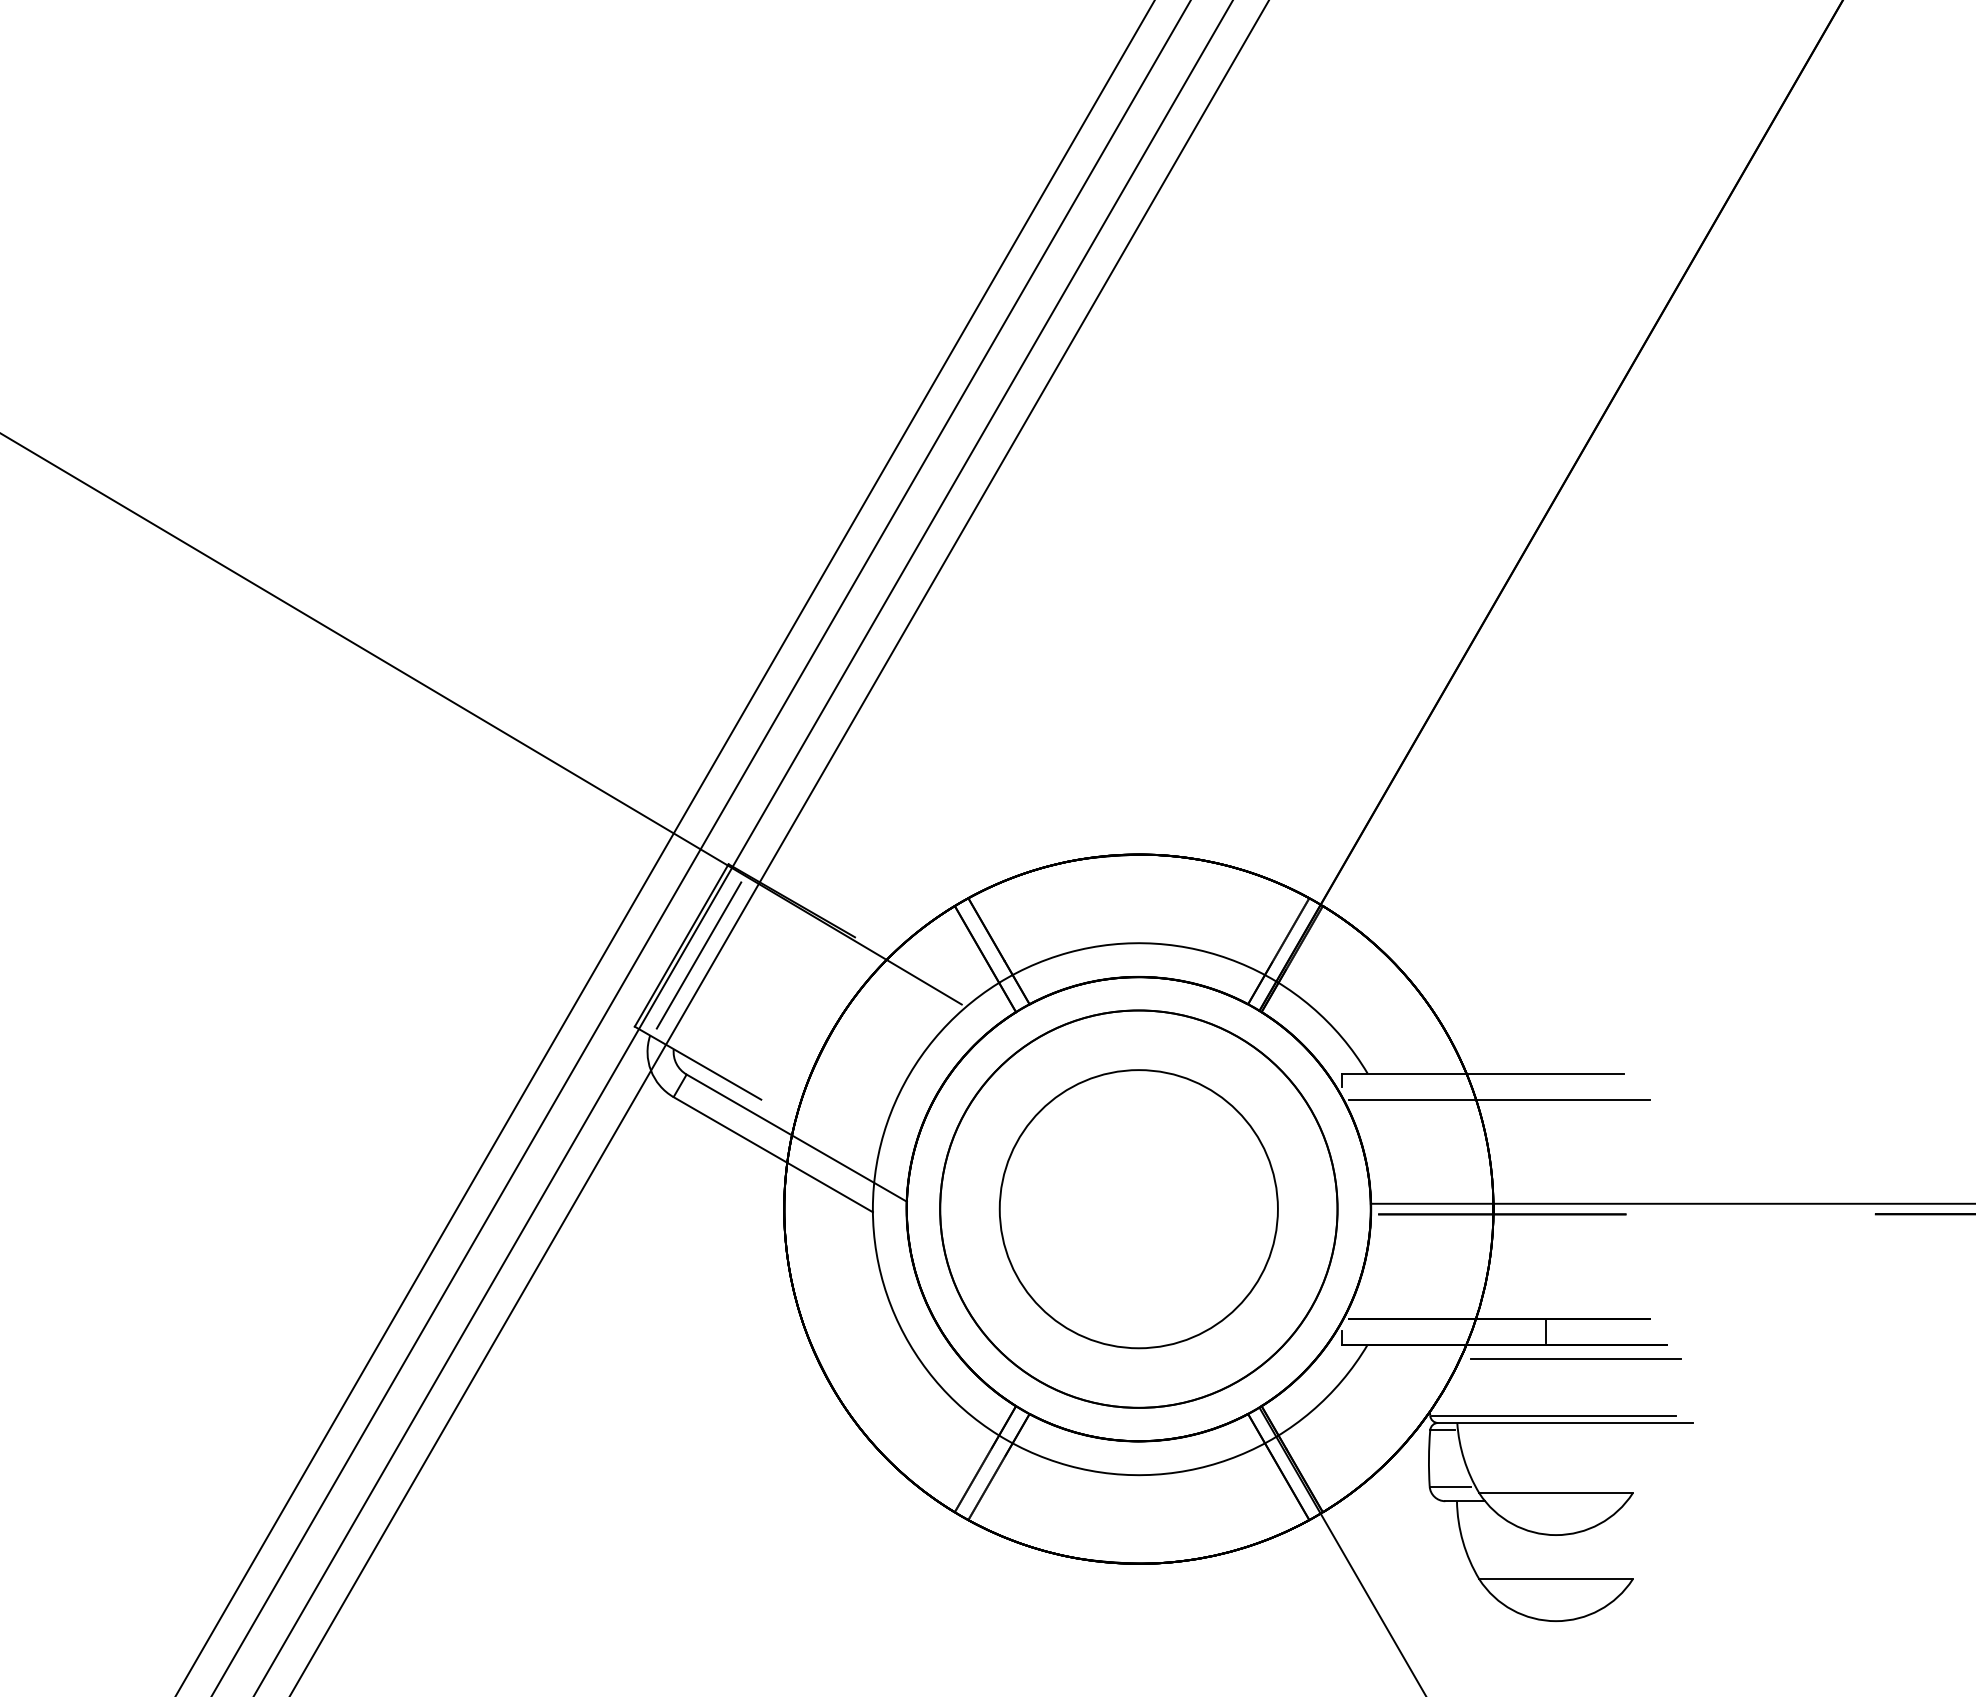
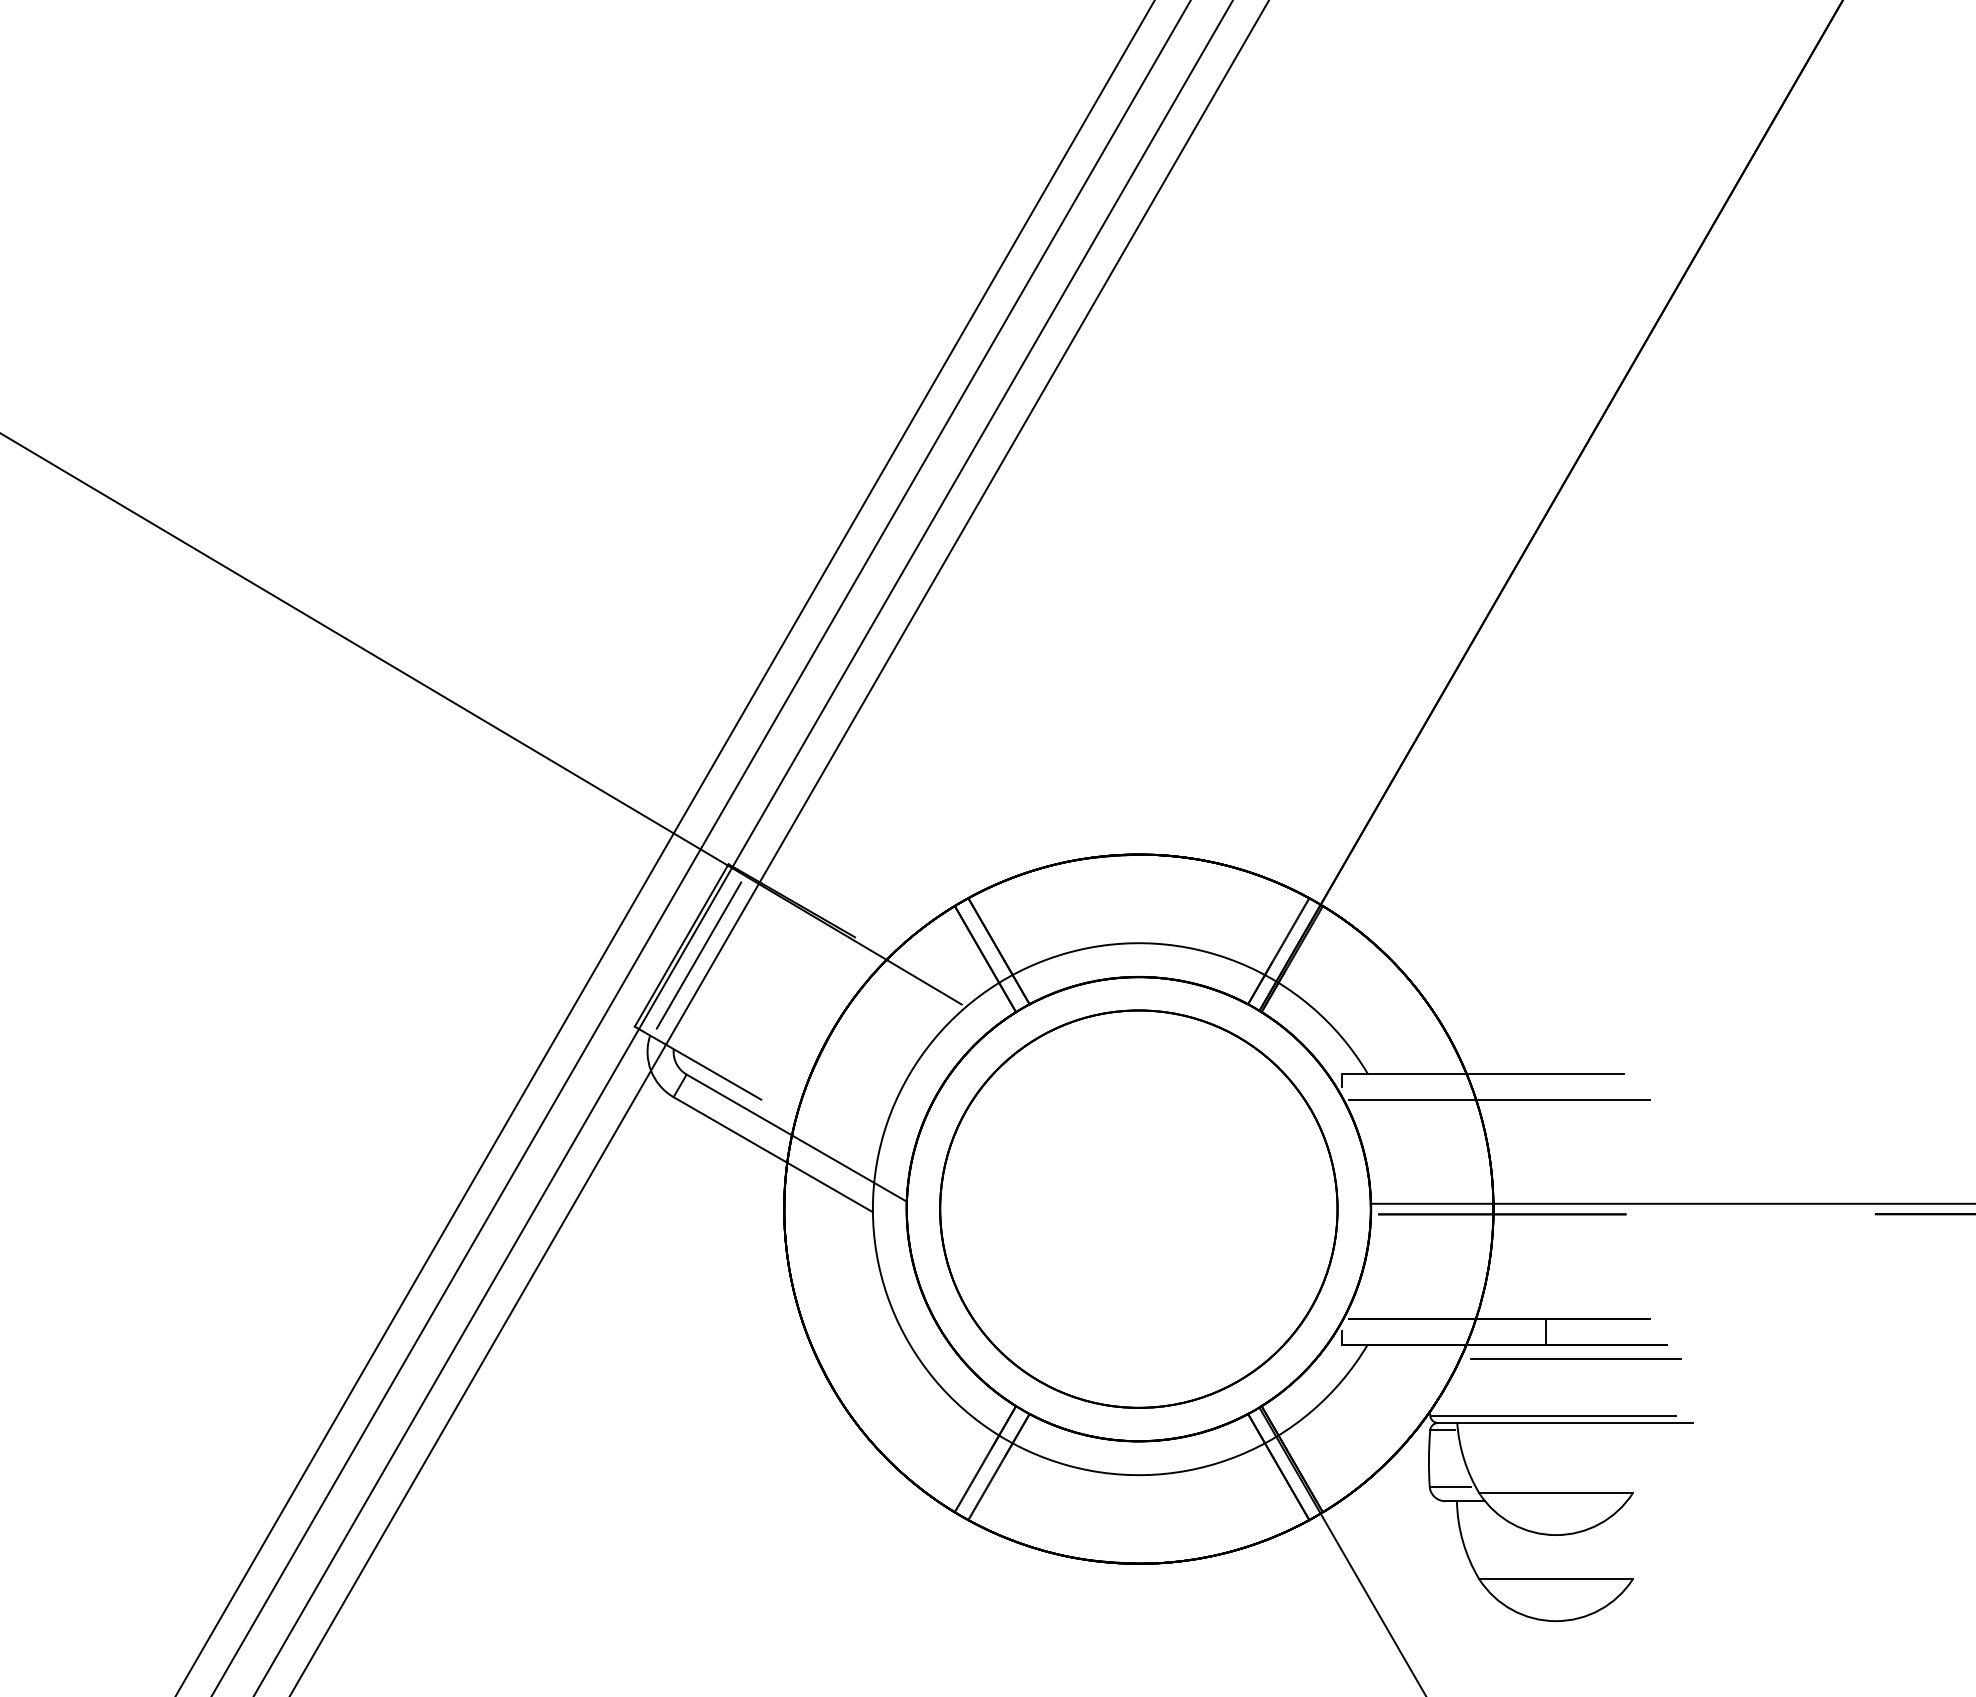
circle at (1138, 1209) diameter: 278 px -> 397 px
